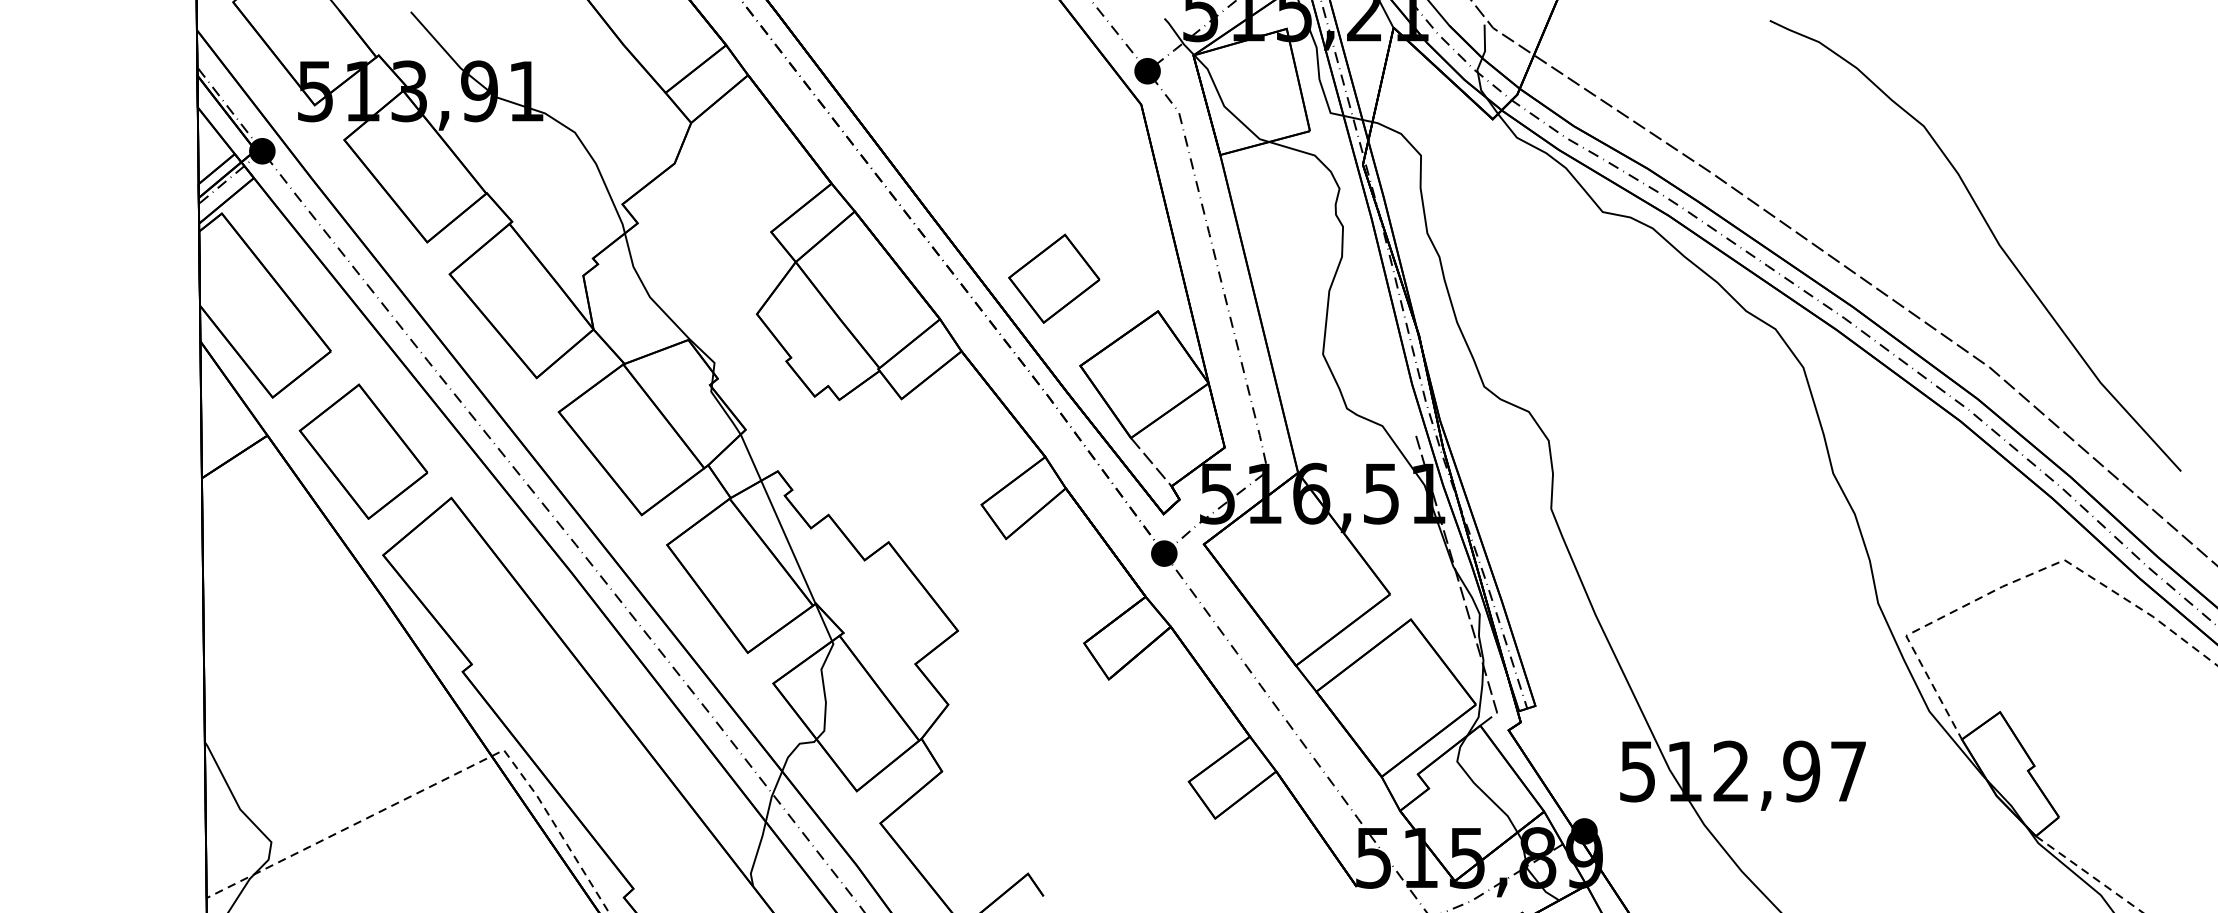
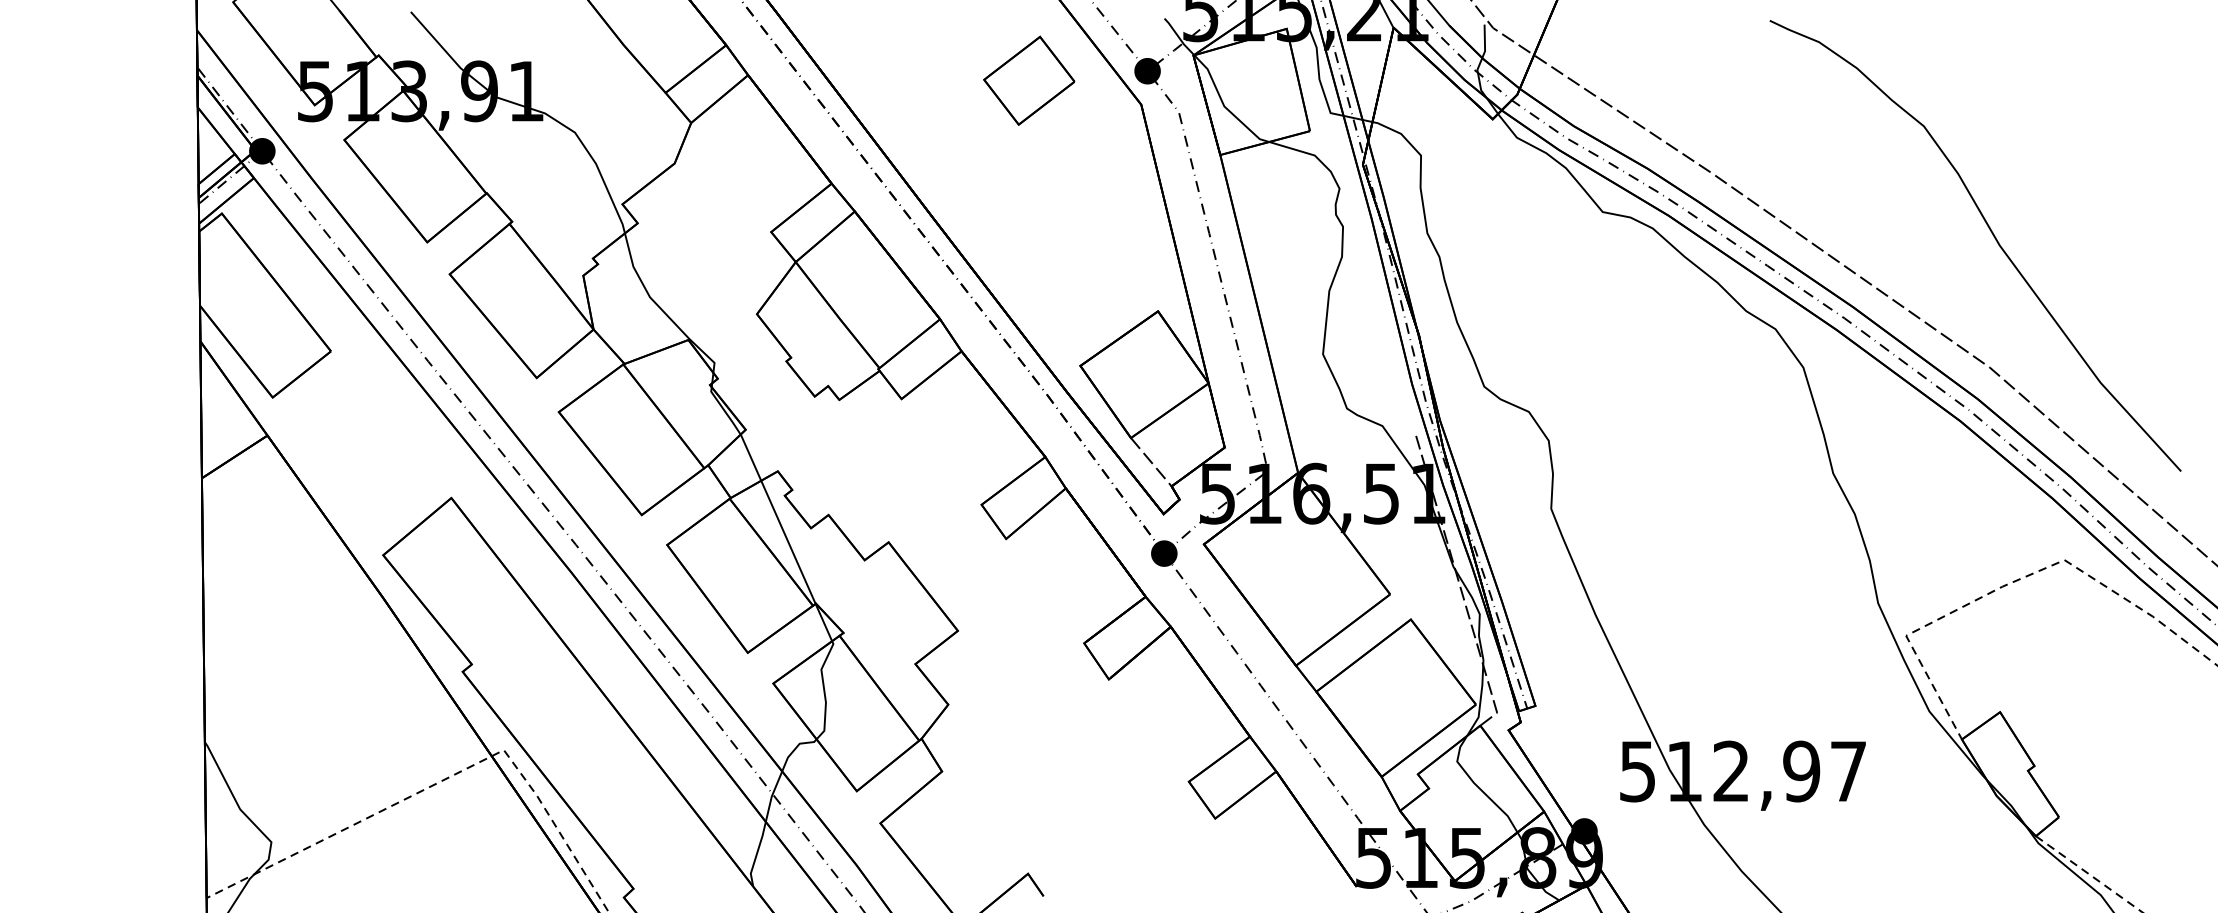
part at (1054, 278) position: (1054, 278) -> (1029, 80)
part at (363, 451): present -> none
